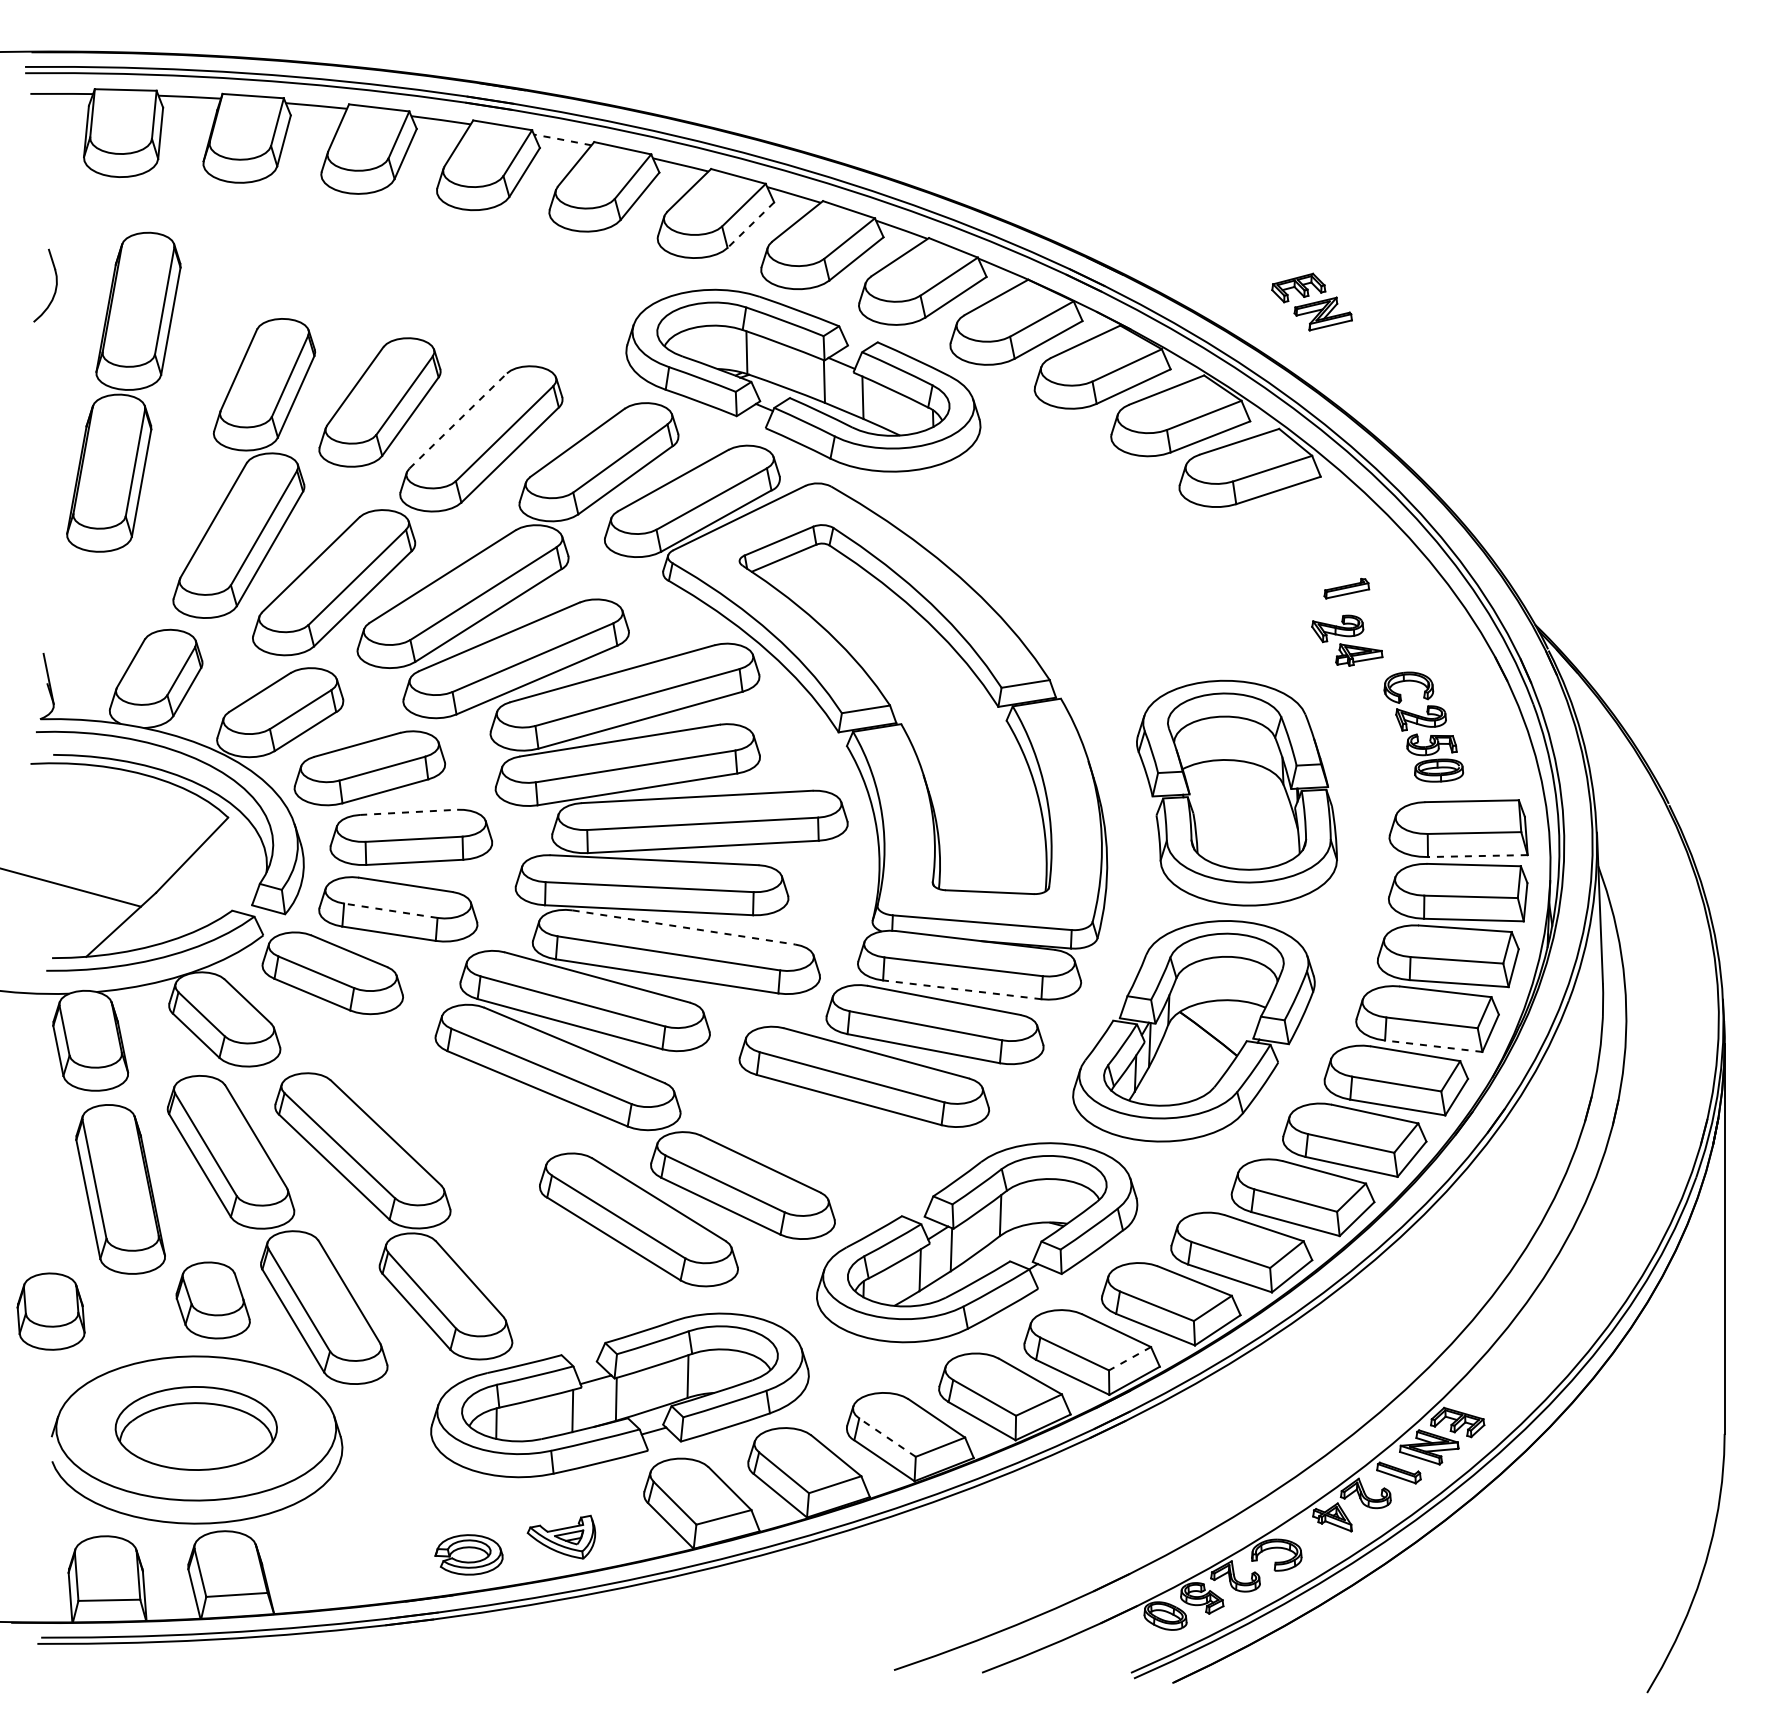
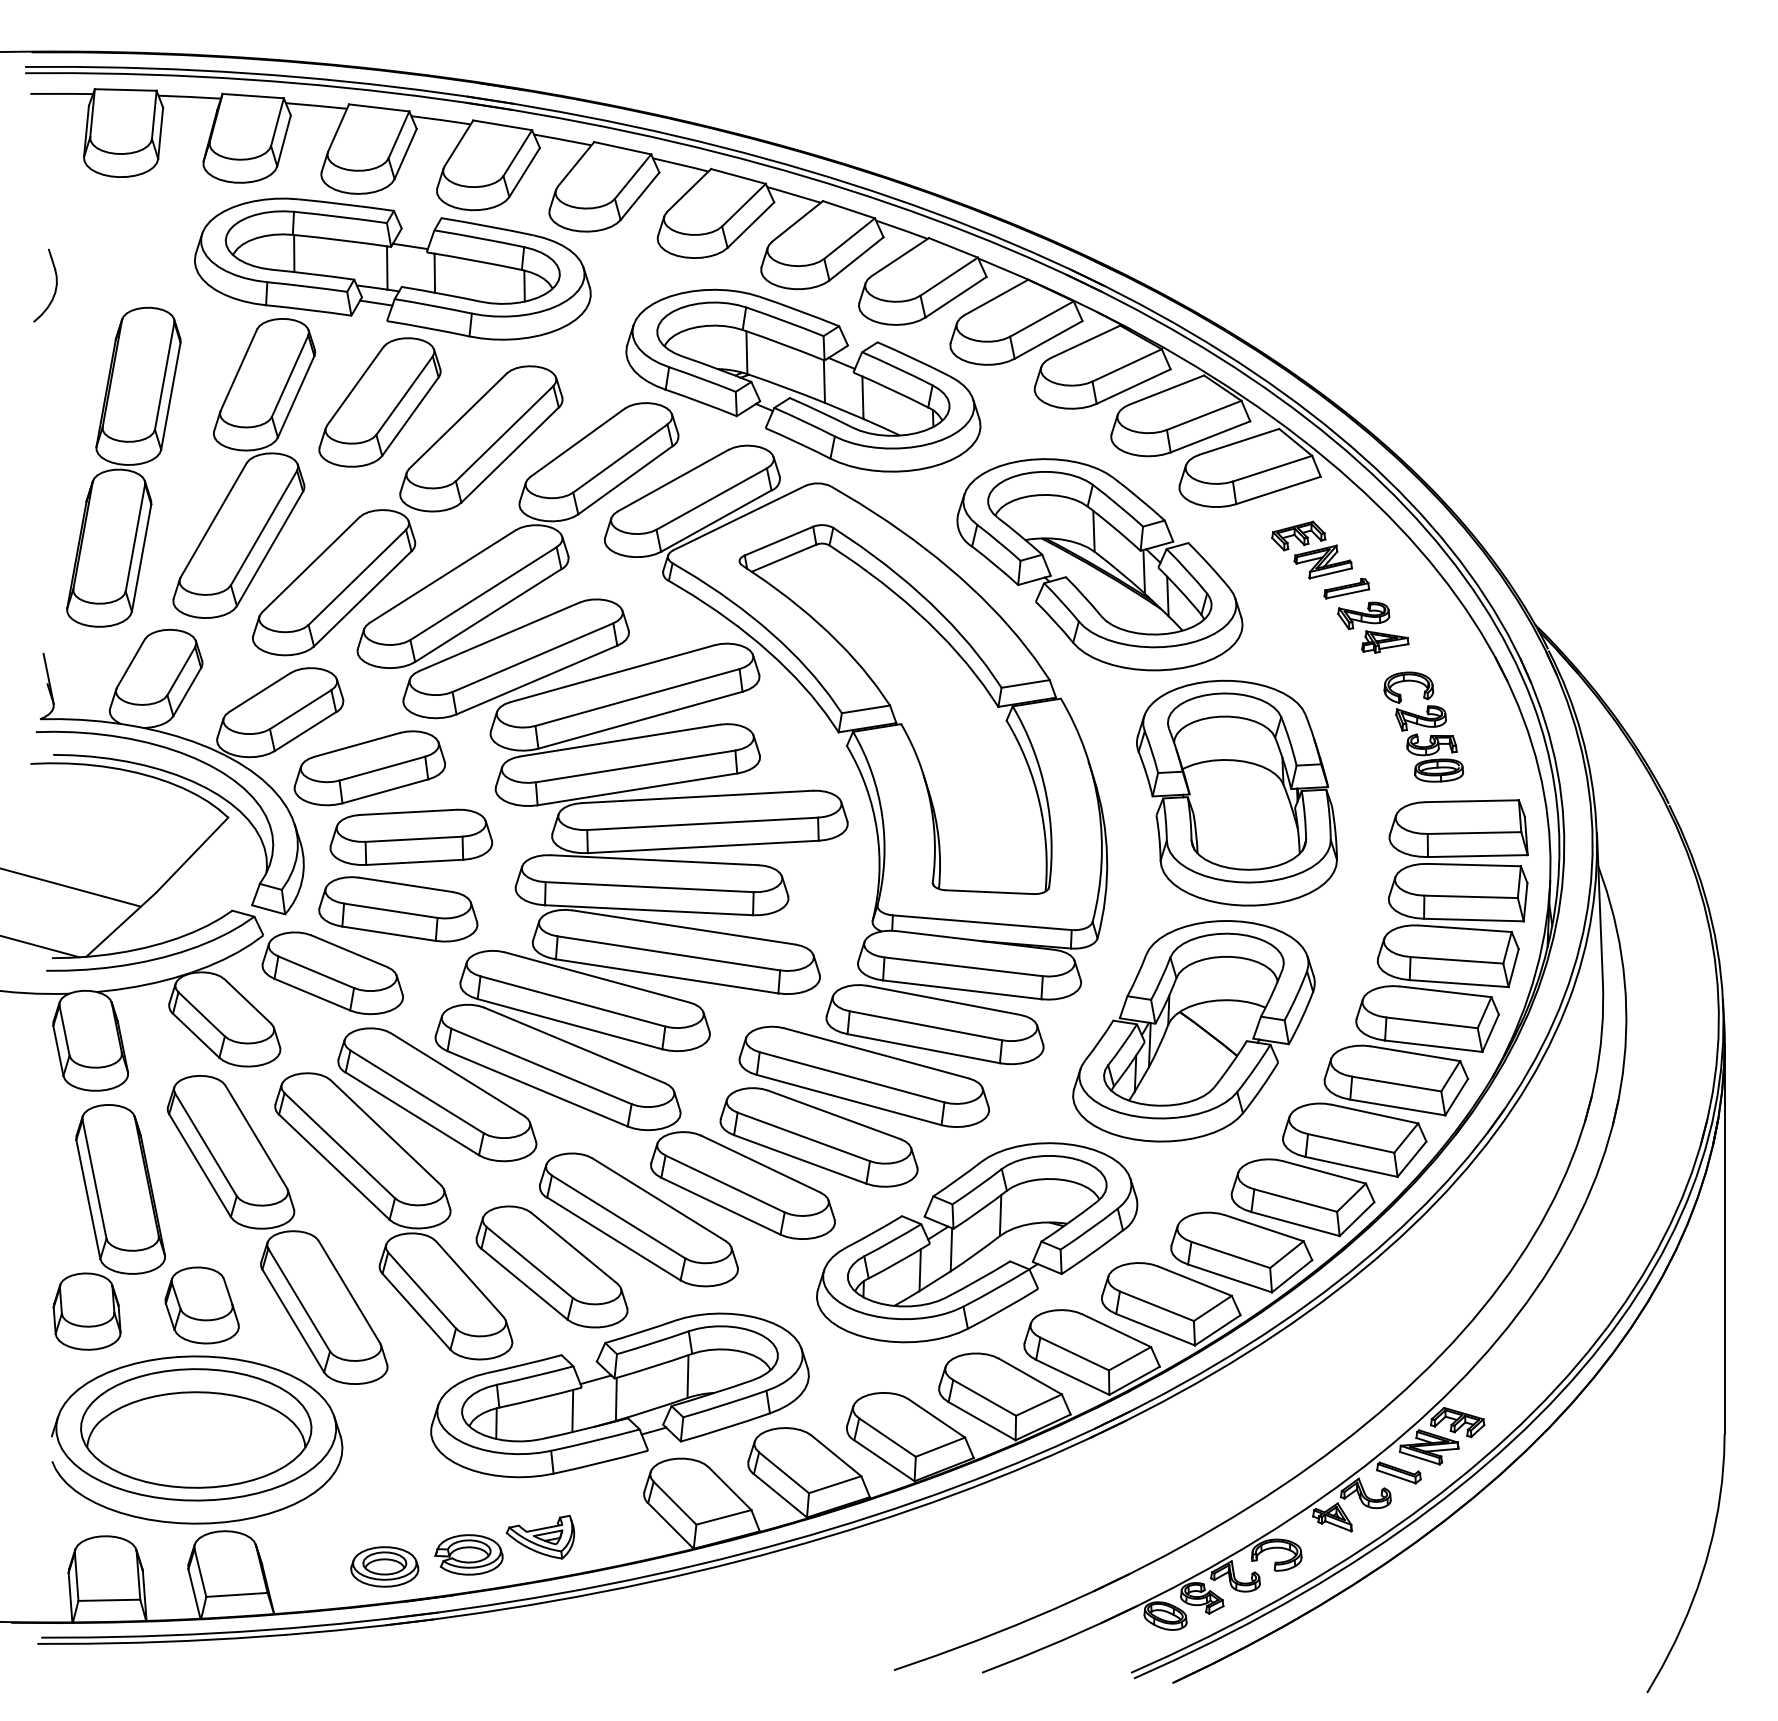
line at (561, 139): dashed -> solid
line at (750, 225): dashed -> solid
part at (392, 268): none -> present
part at (1311, 301) position: (1311, 301) -> (1311, 549)
part at (123, 391) position: (123, 391) -> (123, 466)
line at (458, 420): dashed -> solid
part at (1099, 564): none -> present
part at (1347, 640) position: (1347, 640) -> (1373, 627)
line at (408, 812): dashed -> solid
line at (1477, 856): dashed -> solid
line at (390, 910): dashed -> solid
line at (683, 927): dashed -> solid
line at (40, 946): none -> present
line at (962, 989): dashed -> solid
line at (1433, 1046): dashed -> solid
part at (437, 1094): none -> present
part at (818, 1137): none -> present
part at (551, 1266): none -> present
part at (212, 1300) position: (212, 1300) -> (201, 1305)
part at (50, 1311) position: (50, 1311) -> (86, 1311)
line at (1129, 1358): dashed -> solid
part at (195, 1428) size: 164x85 px -> 233x121 px
line at (887, 1437): dashed -> solid
part at (561, 1536) position: (561, 1536) -> (540, 1536)
part at (384, 1566): none -> present
